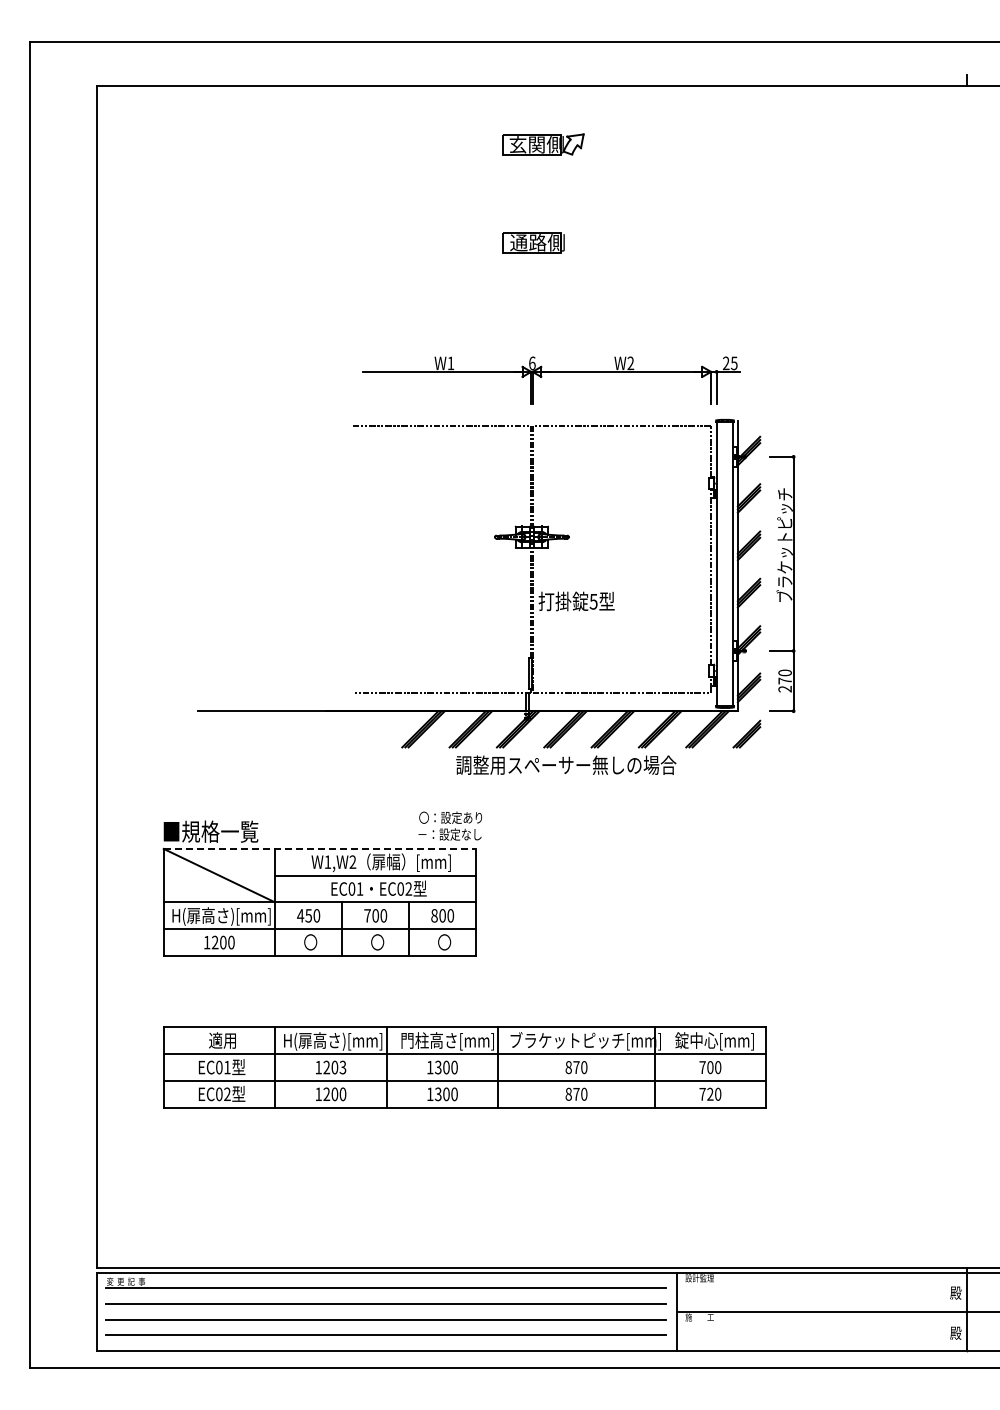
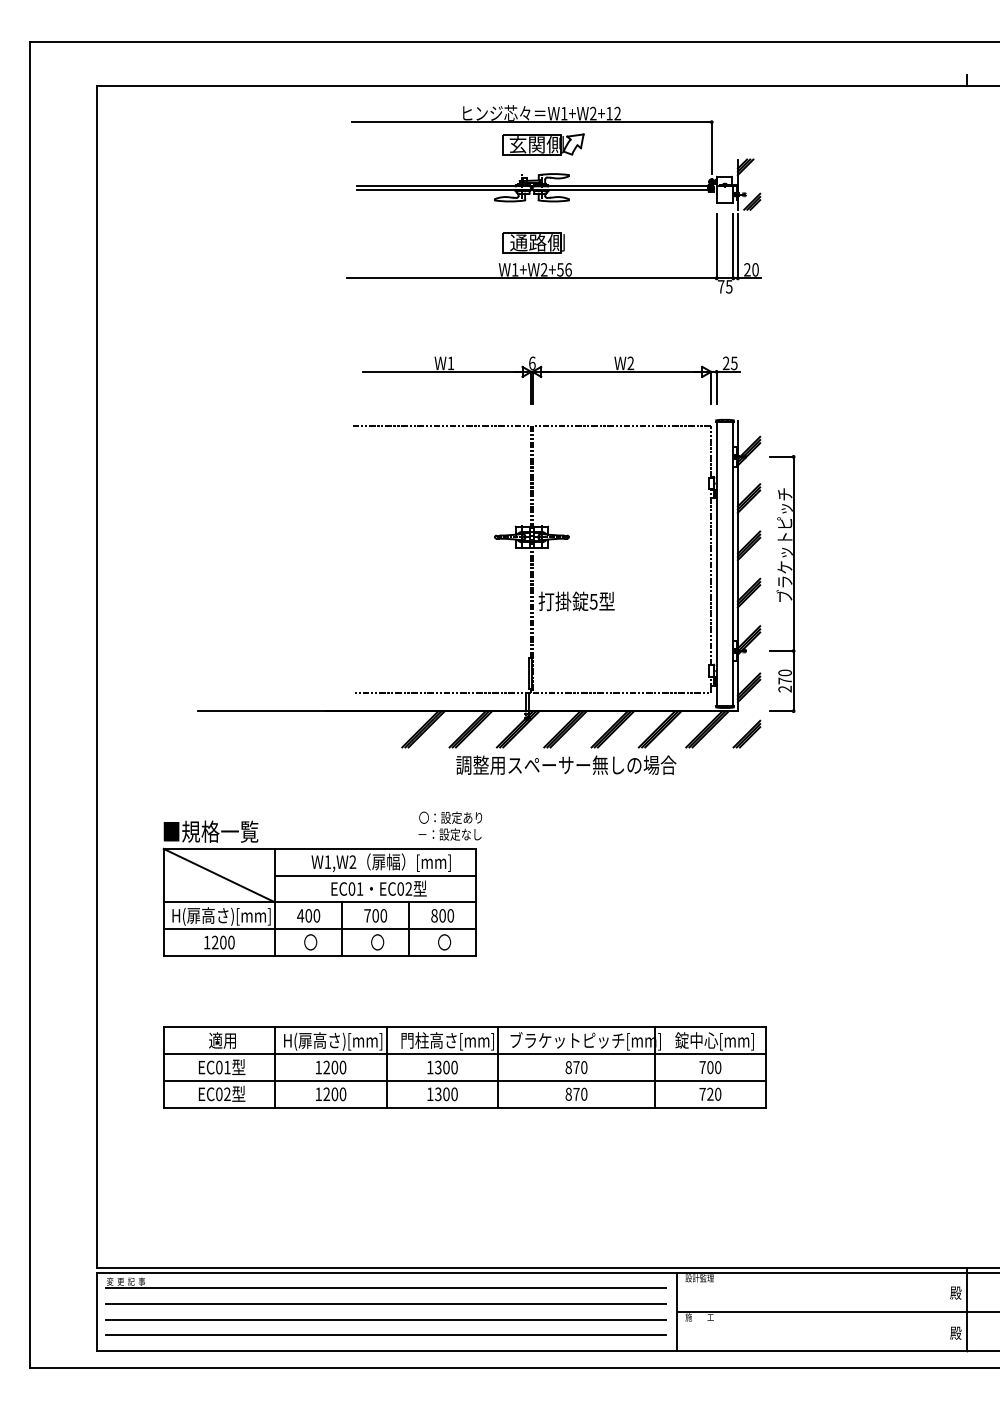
part at (553, 199): none -> present
line at (320, 848): dashed -> solid
text at (308, 915): 450 -> 400
text at (342, 1067): 1203 -> 1200
